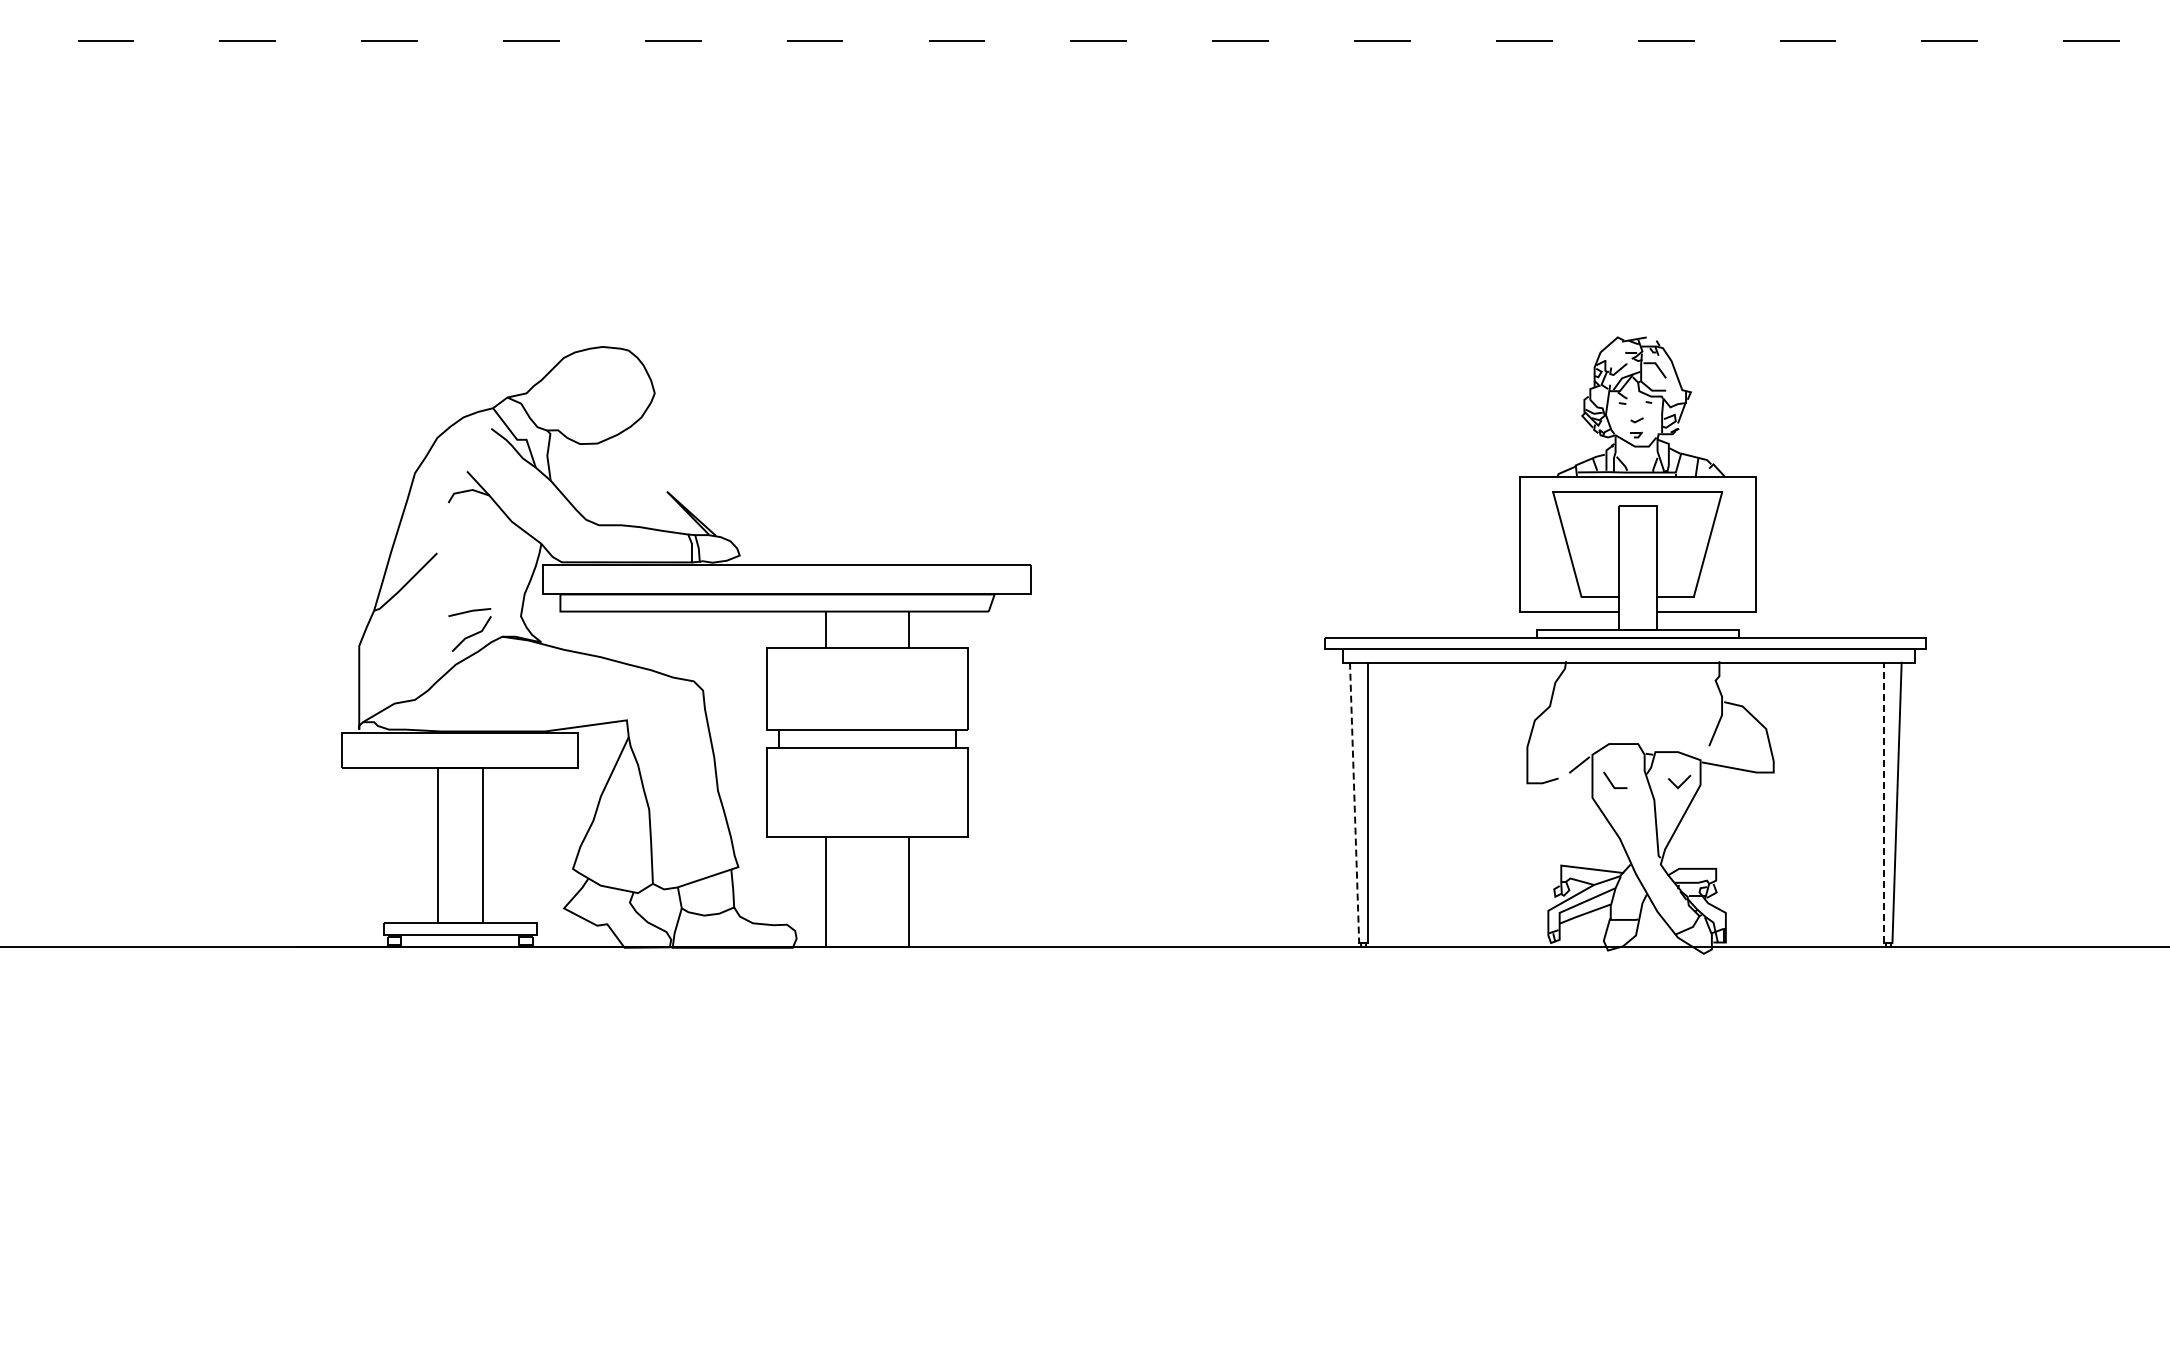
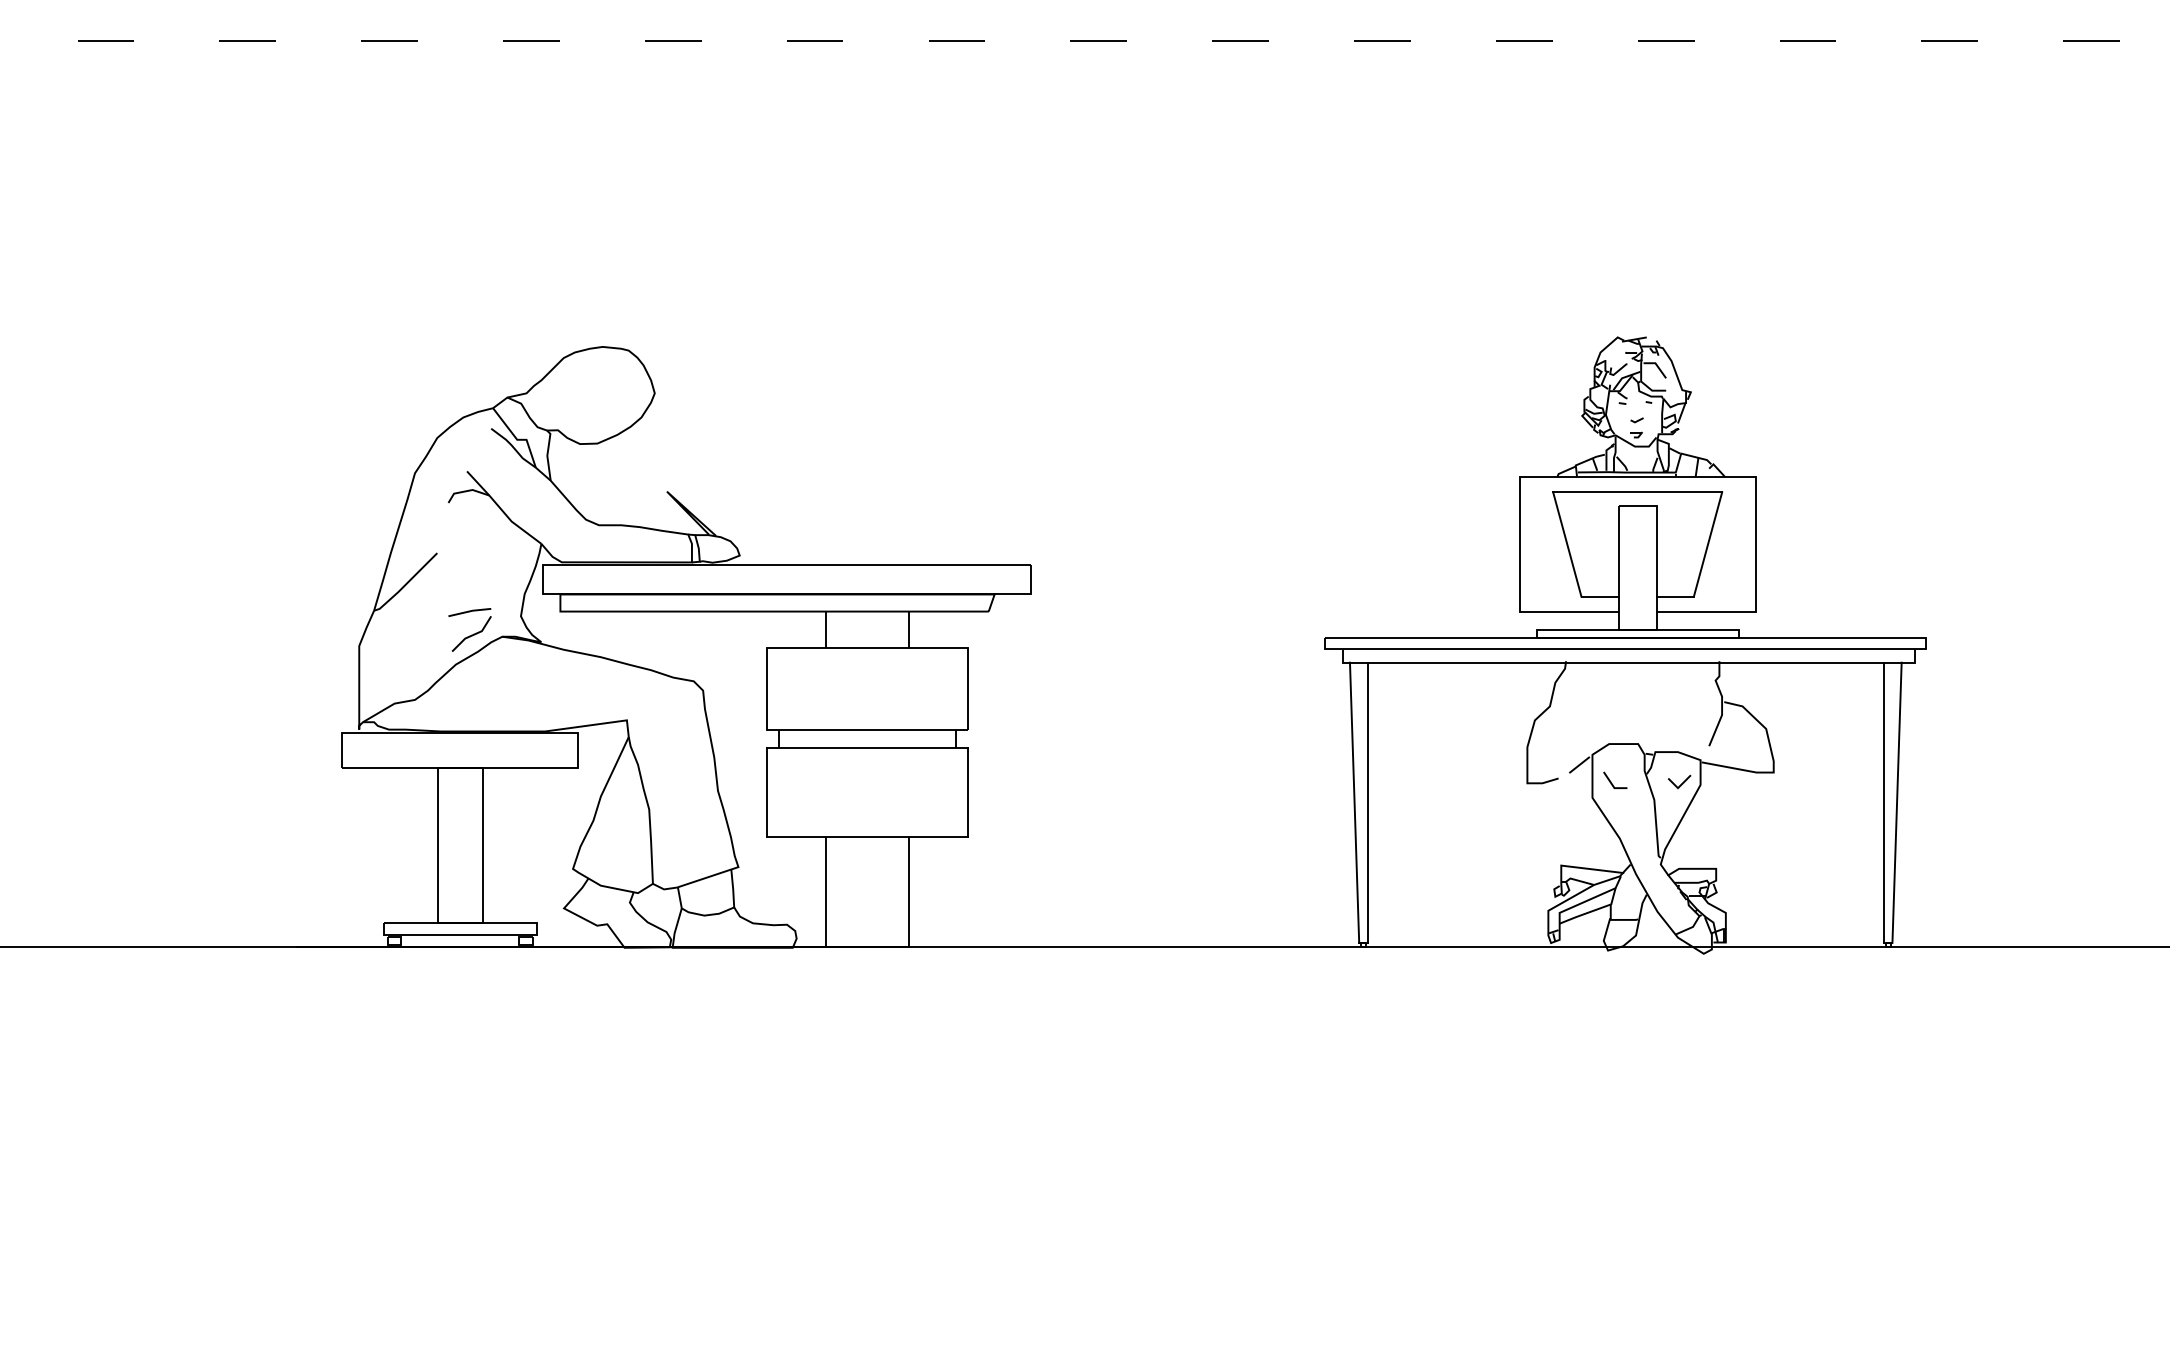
line at (1883, 802): dashed -> solid
line at (1354, 803): dashed -> solid
